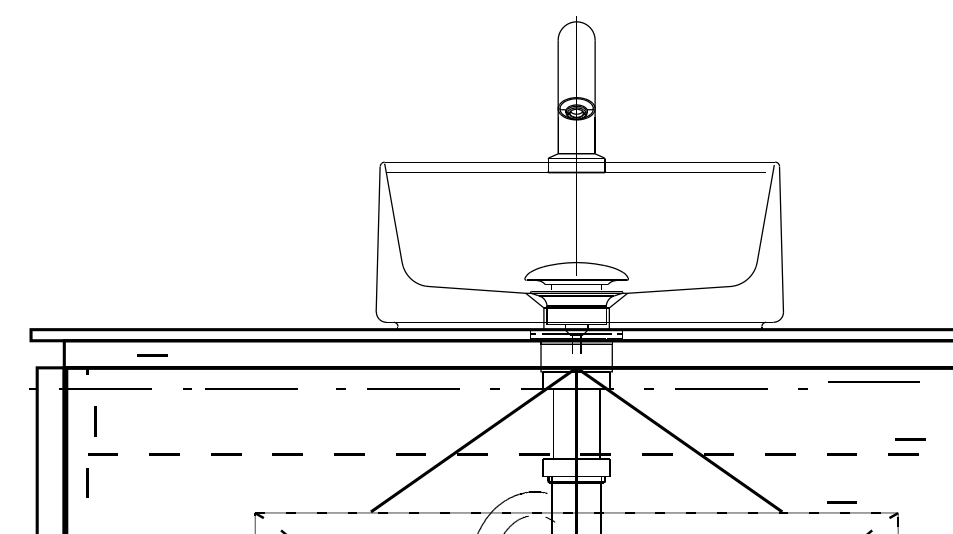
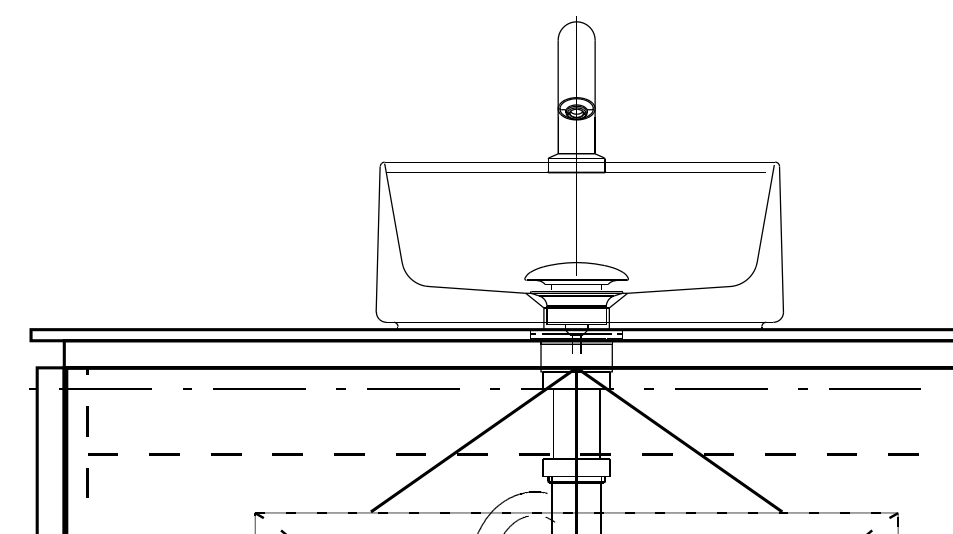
line at (152, 355): present -> none
line at (873, 381) position: (873, 381) -> (874, 388)
line at (251, 388) position: (251, 388) -> (259, 388)
line at (95, 421) position: (95, 421) -> (87, 421)
line at (910, 439): present -> none
line at (841, 502): present -> none
